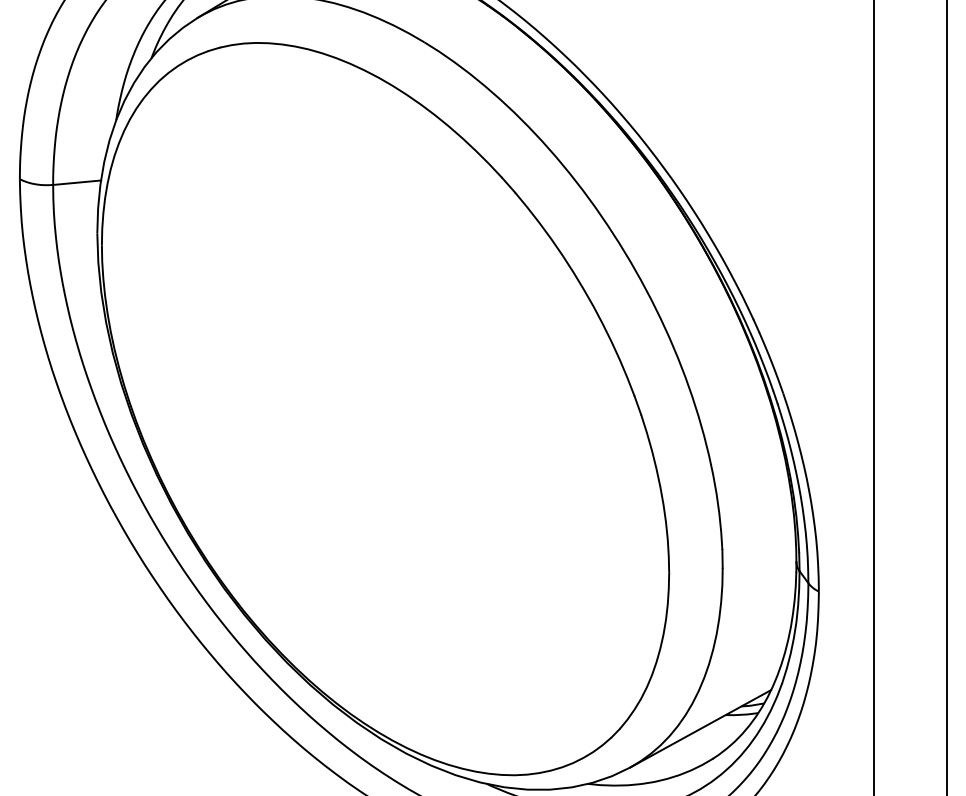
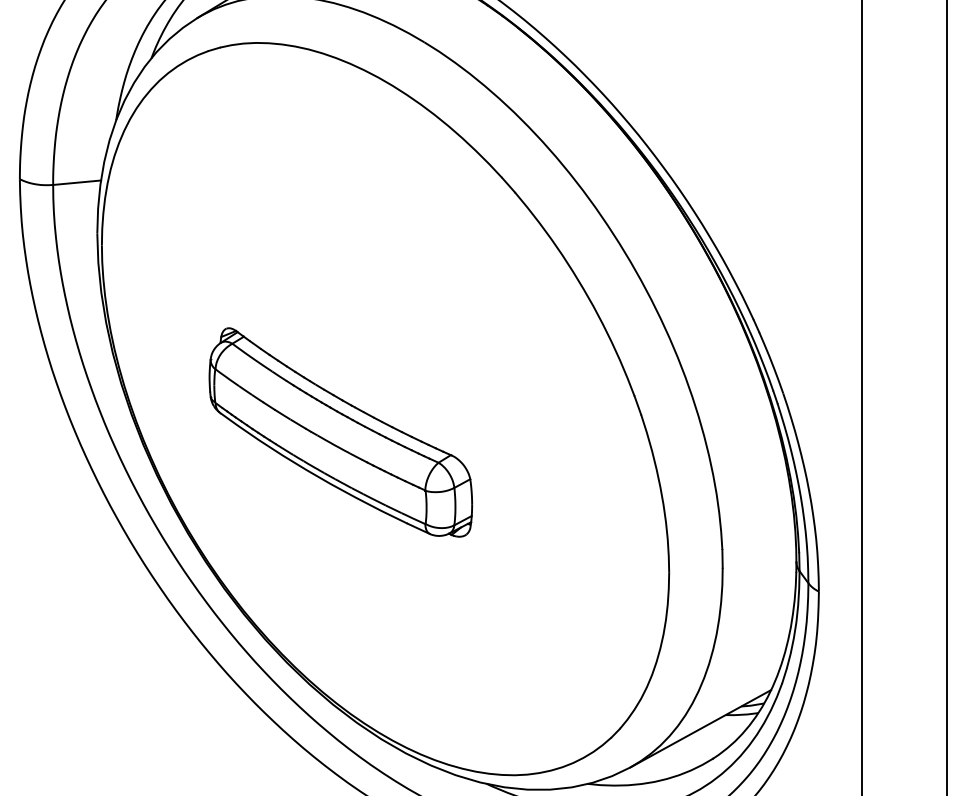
line at (874, 397) position: (874, 397) -> (862, 397)
part at (340, 432): none -> present
